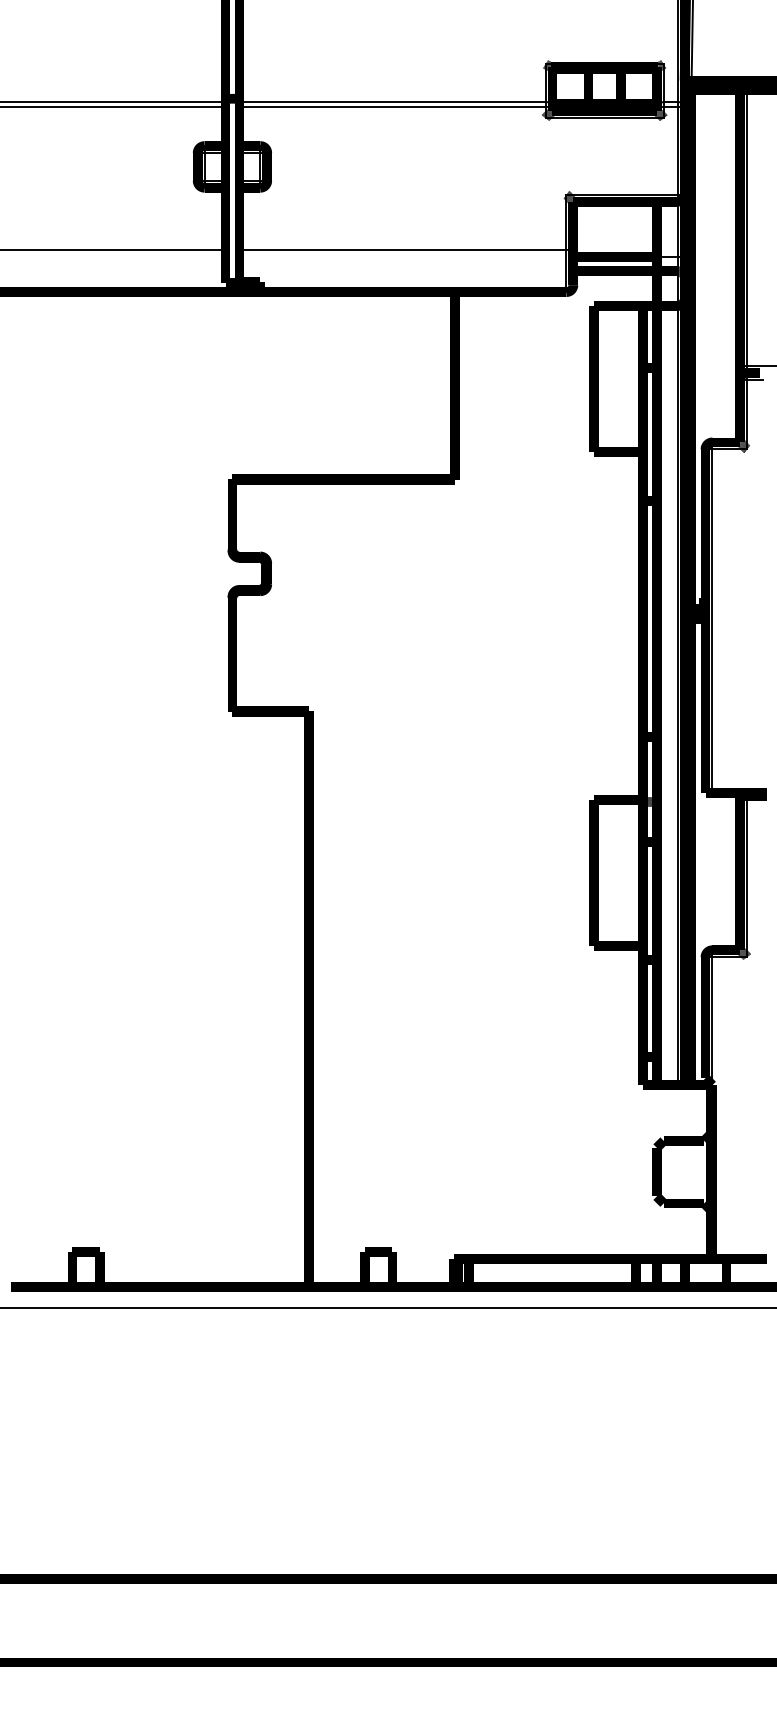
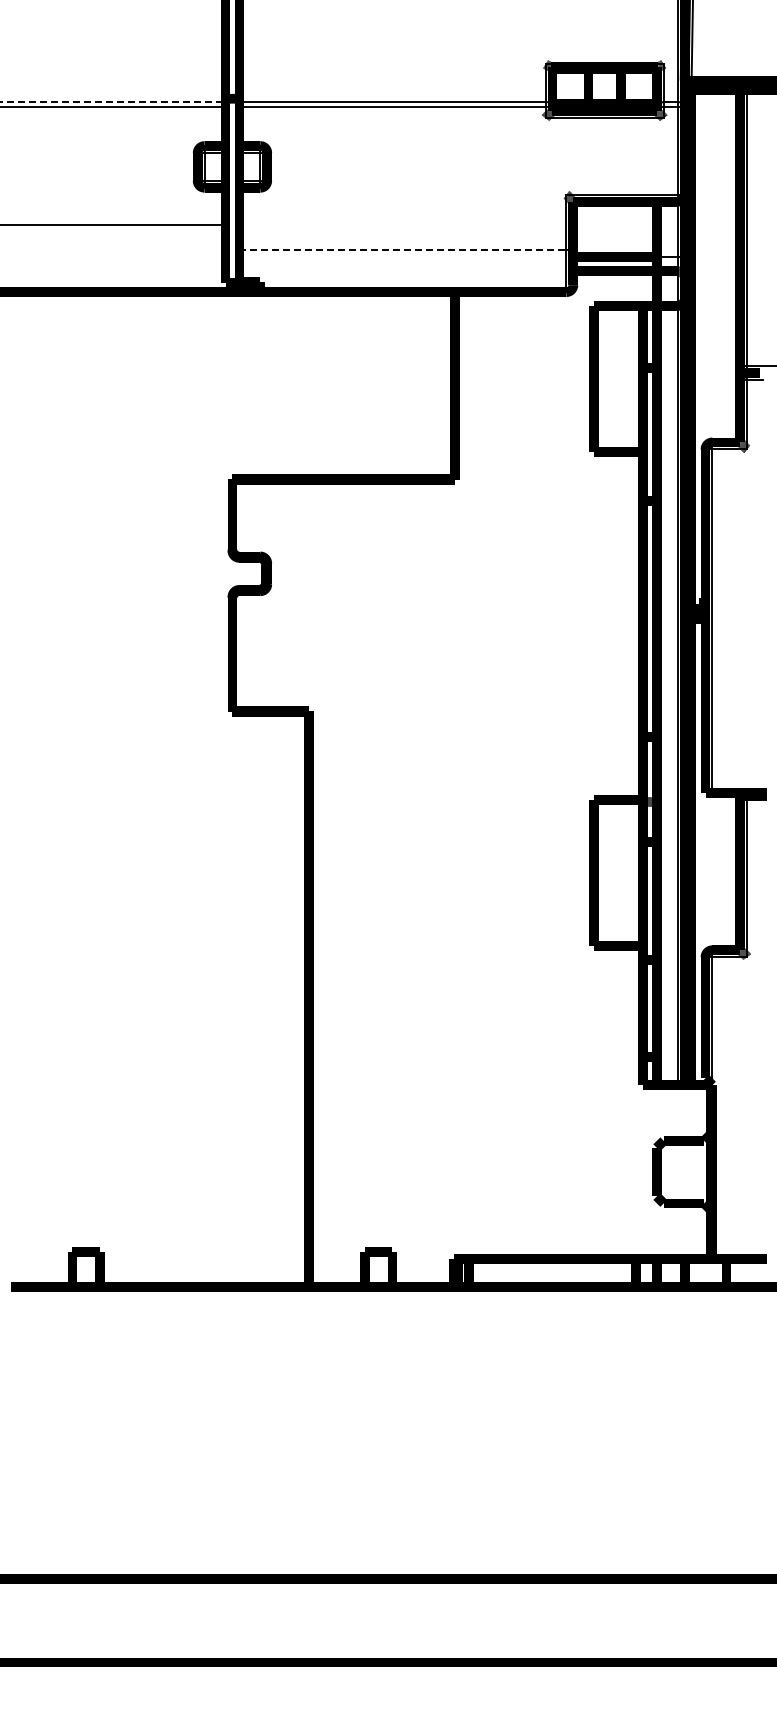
line at (112, 102): solid -> dashed
line at (113, 250) position: (113, 250) -> (113, 225)
line at (403, 250): solid -> dashed
line at (387, 1307): present -> none
